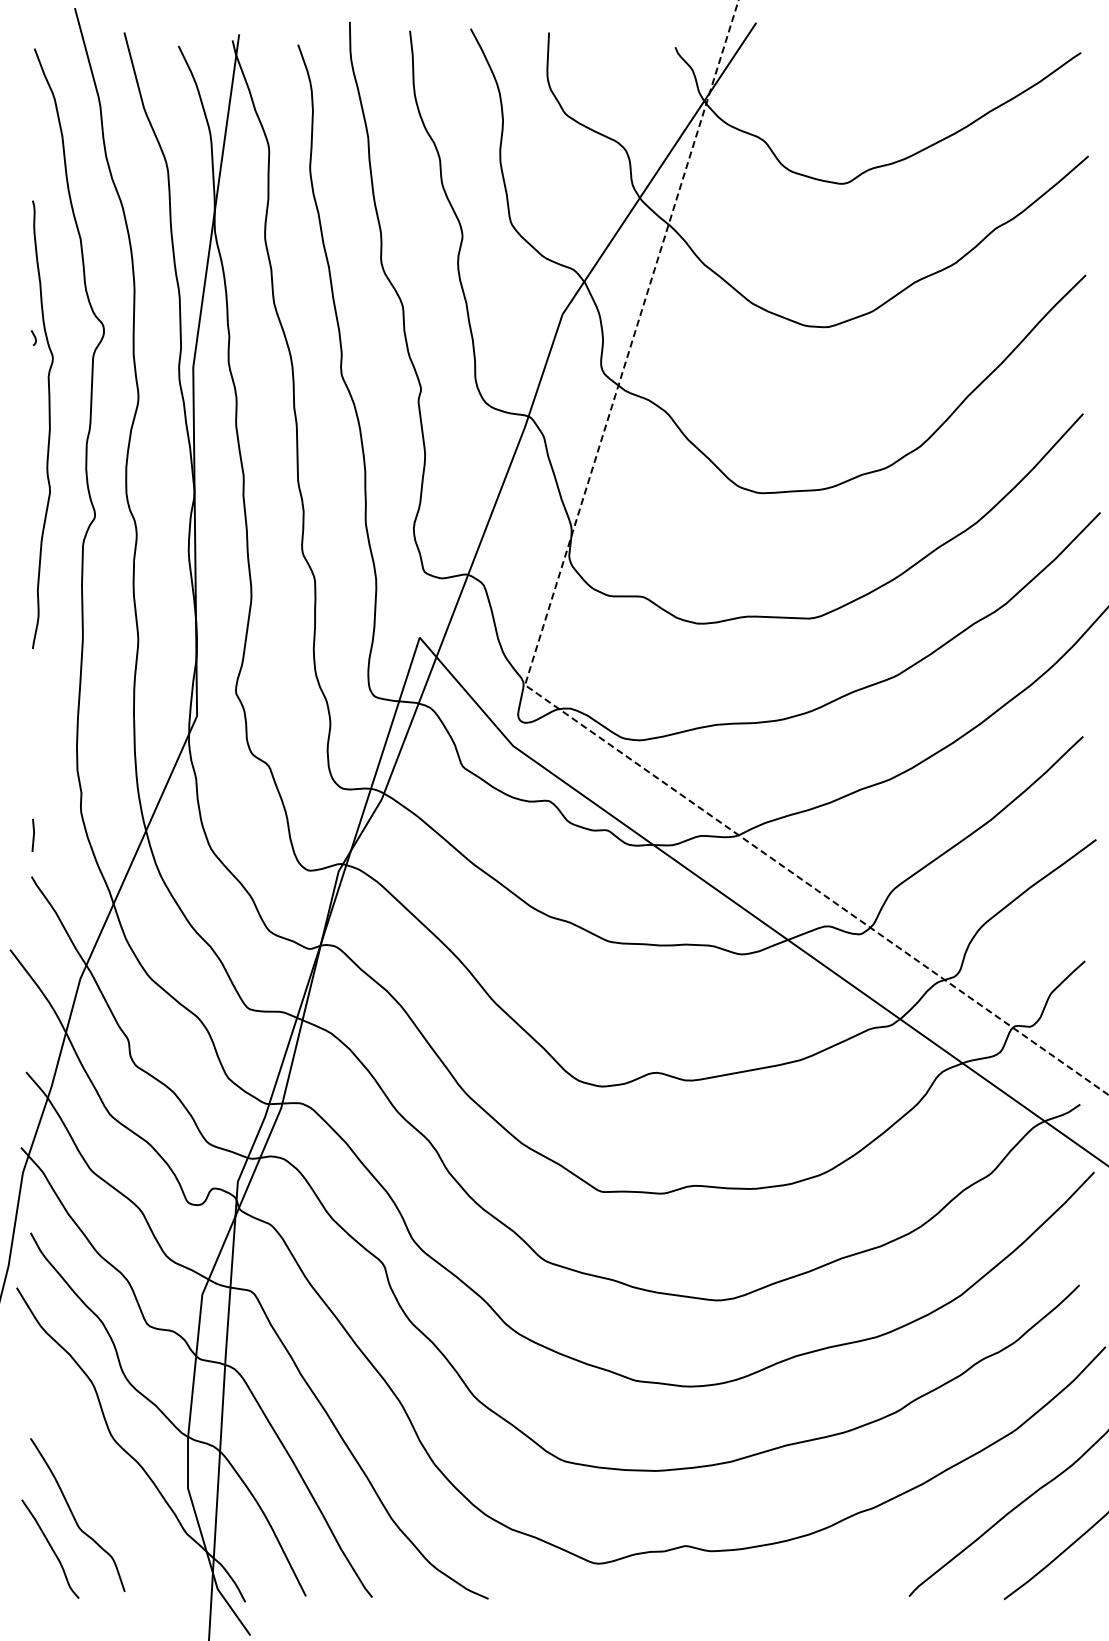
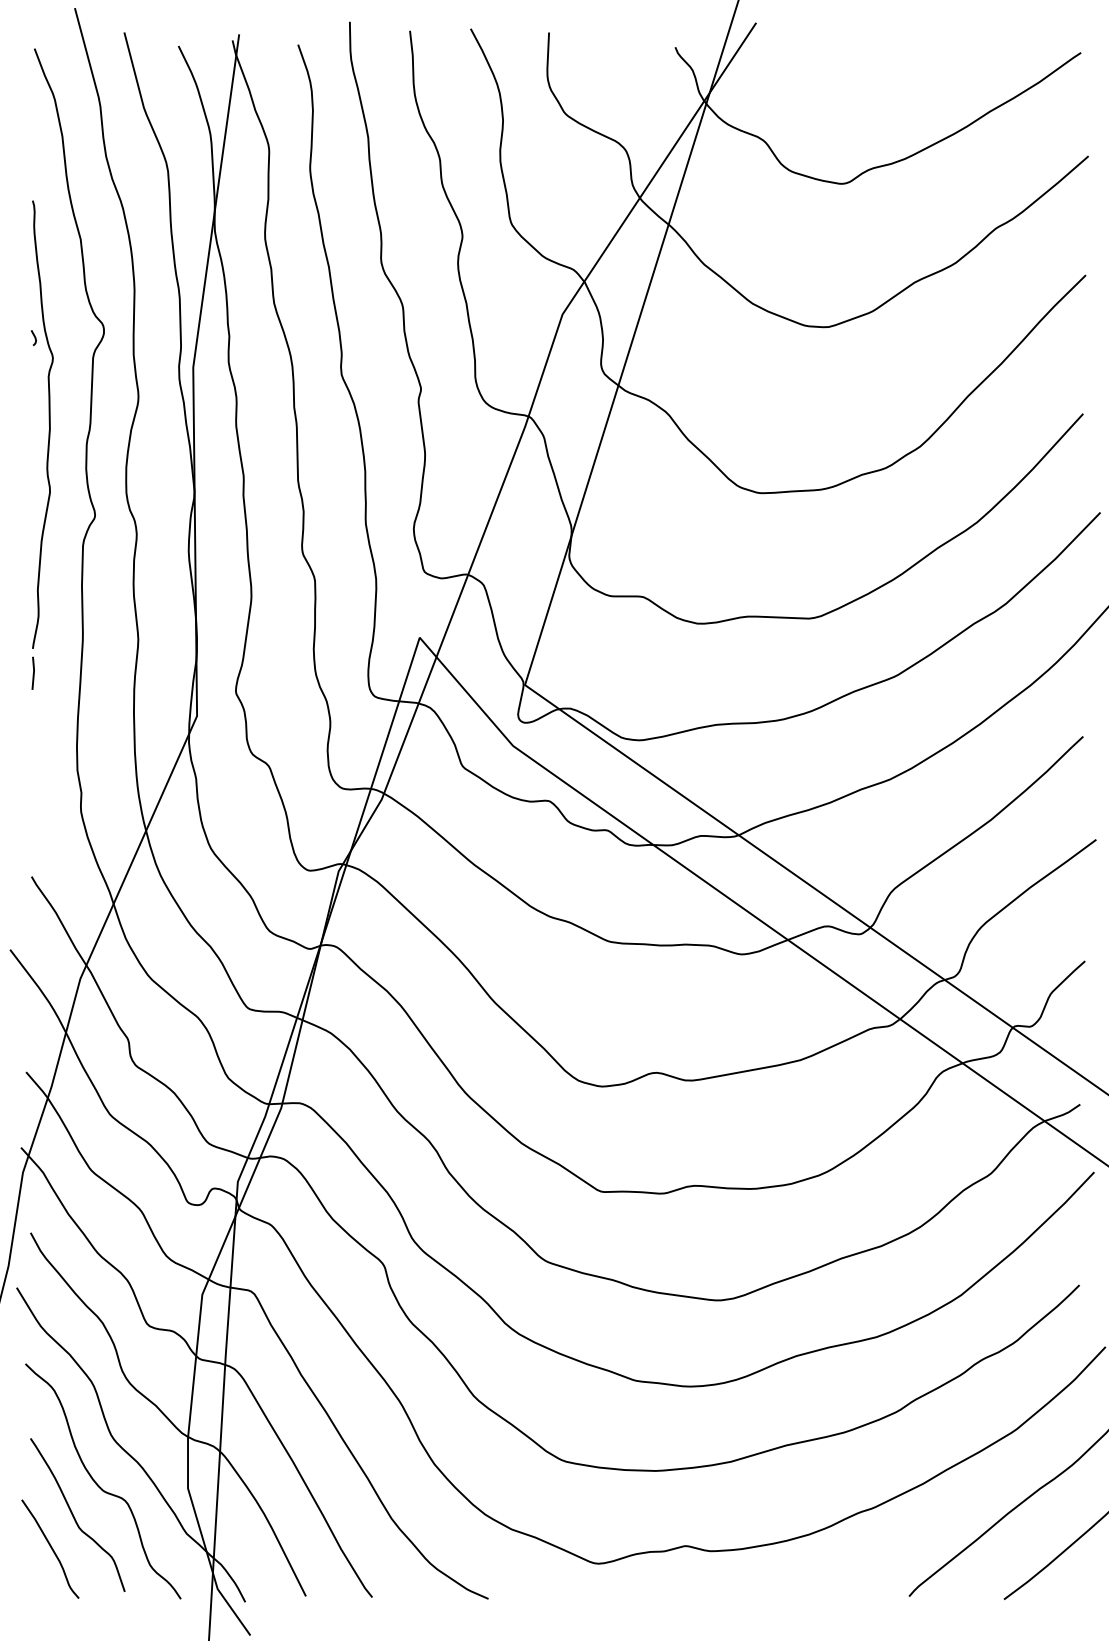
line at (525, 683): dashed -> solid
line at (33, 834) position: (33, 834) -> (33, 672)
curve at (99, 1485): none -> present
